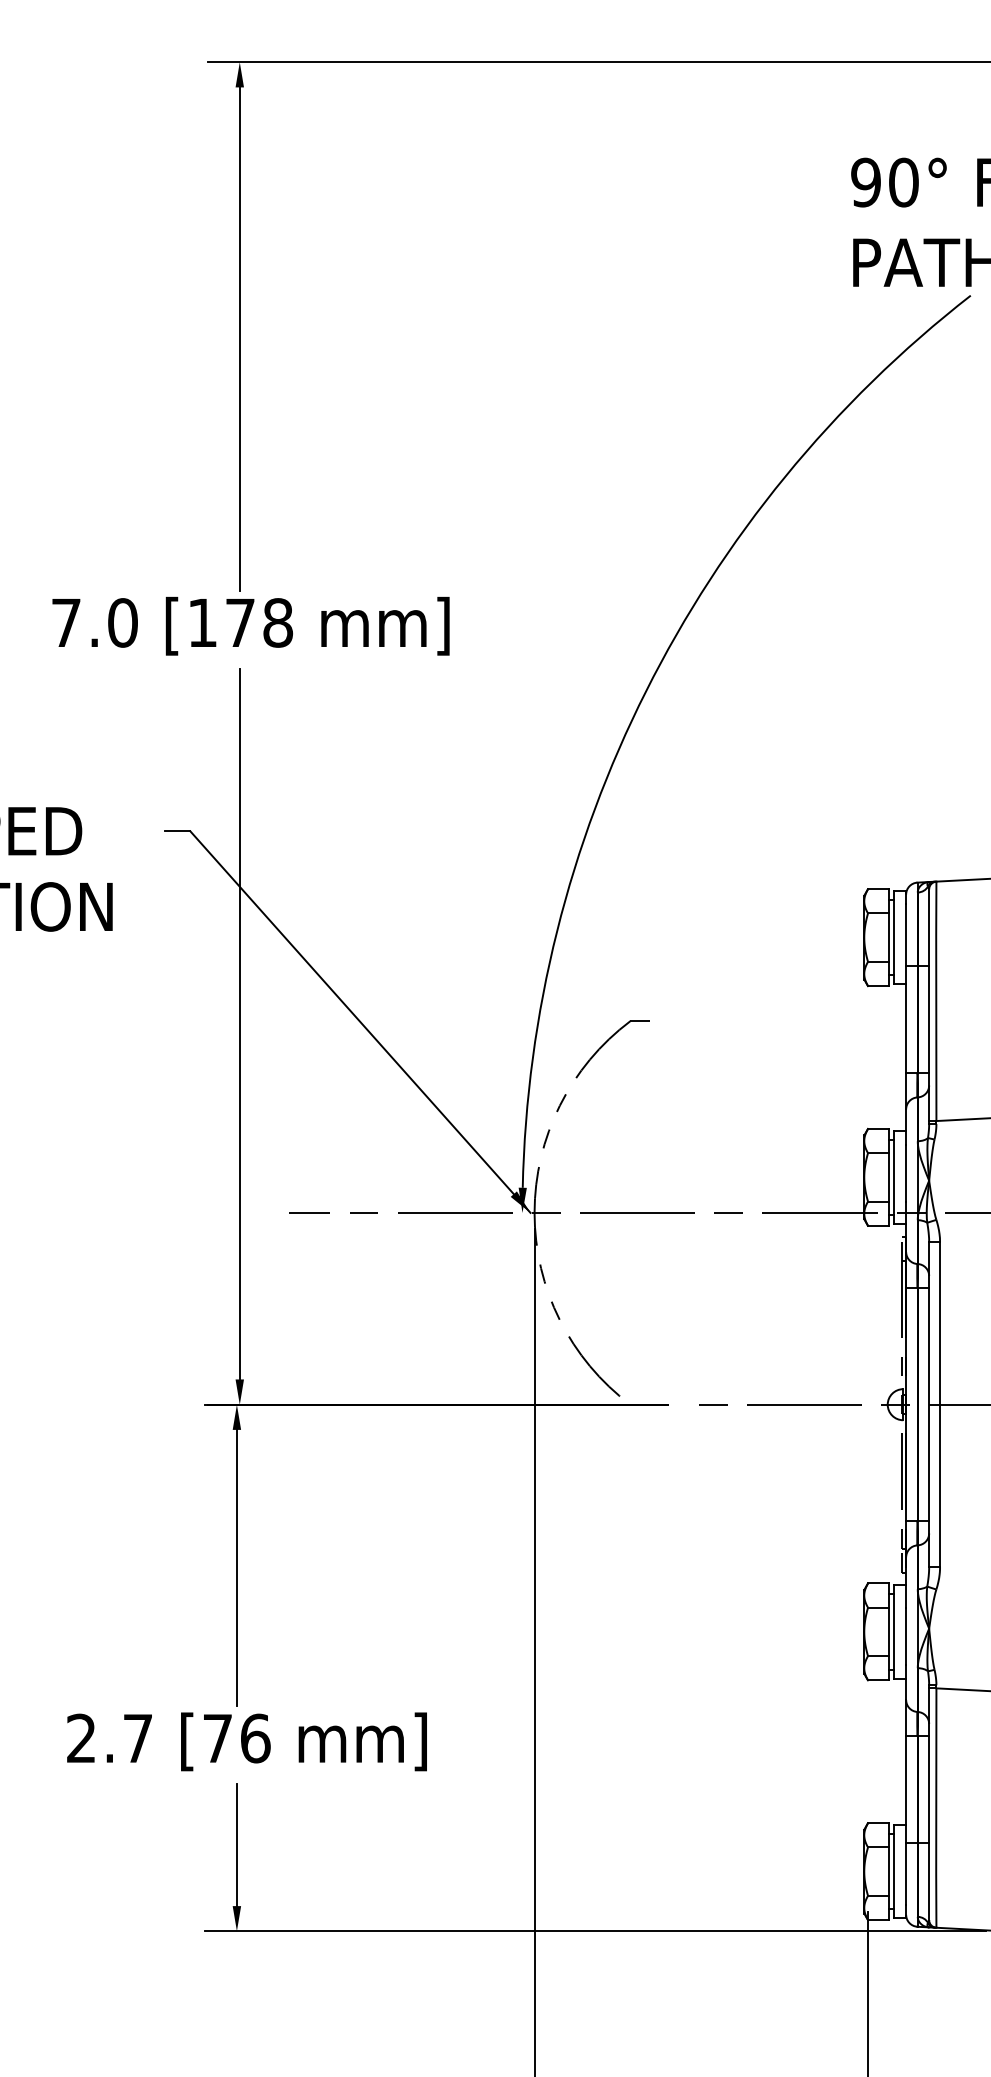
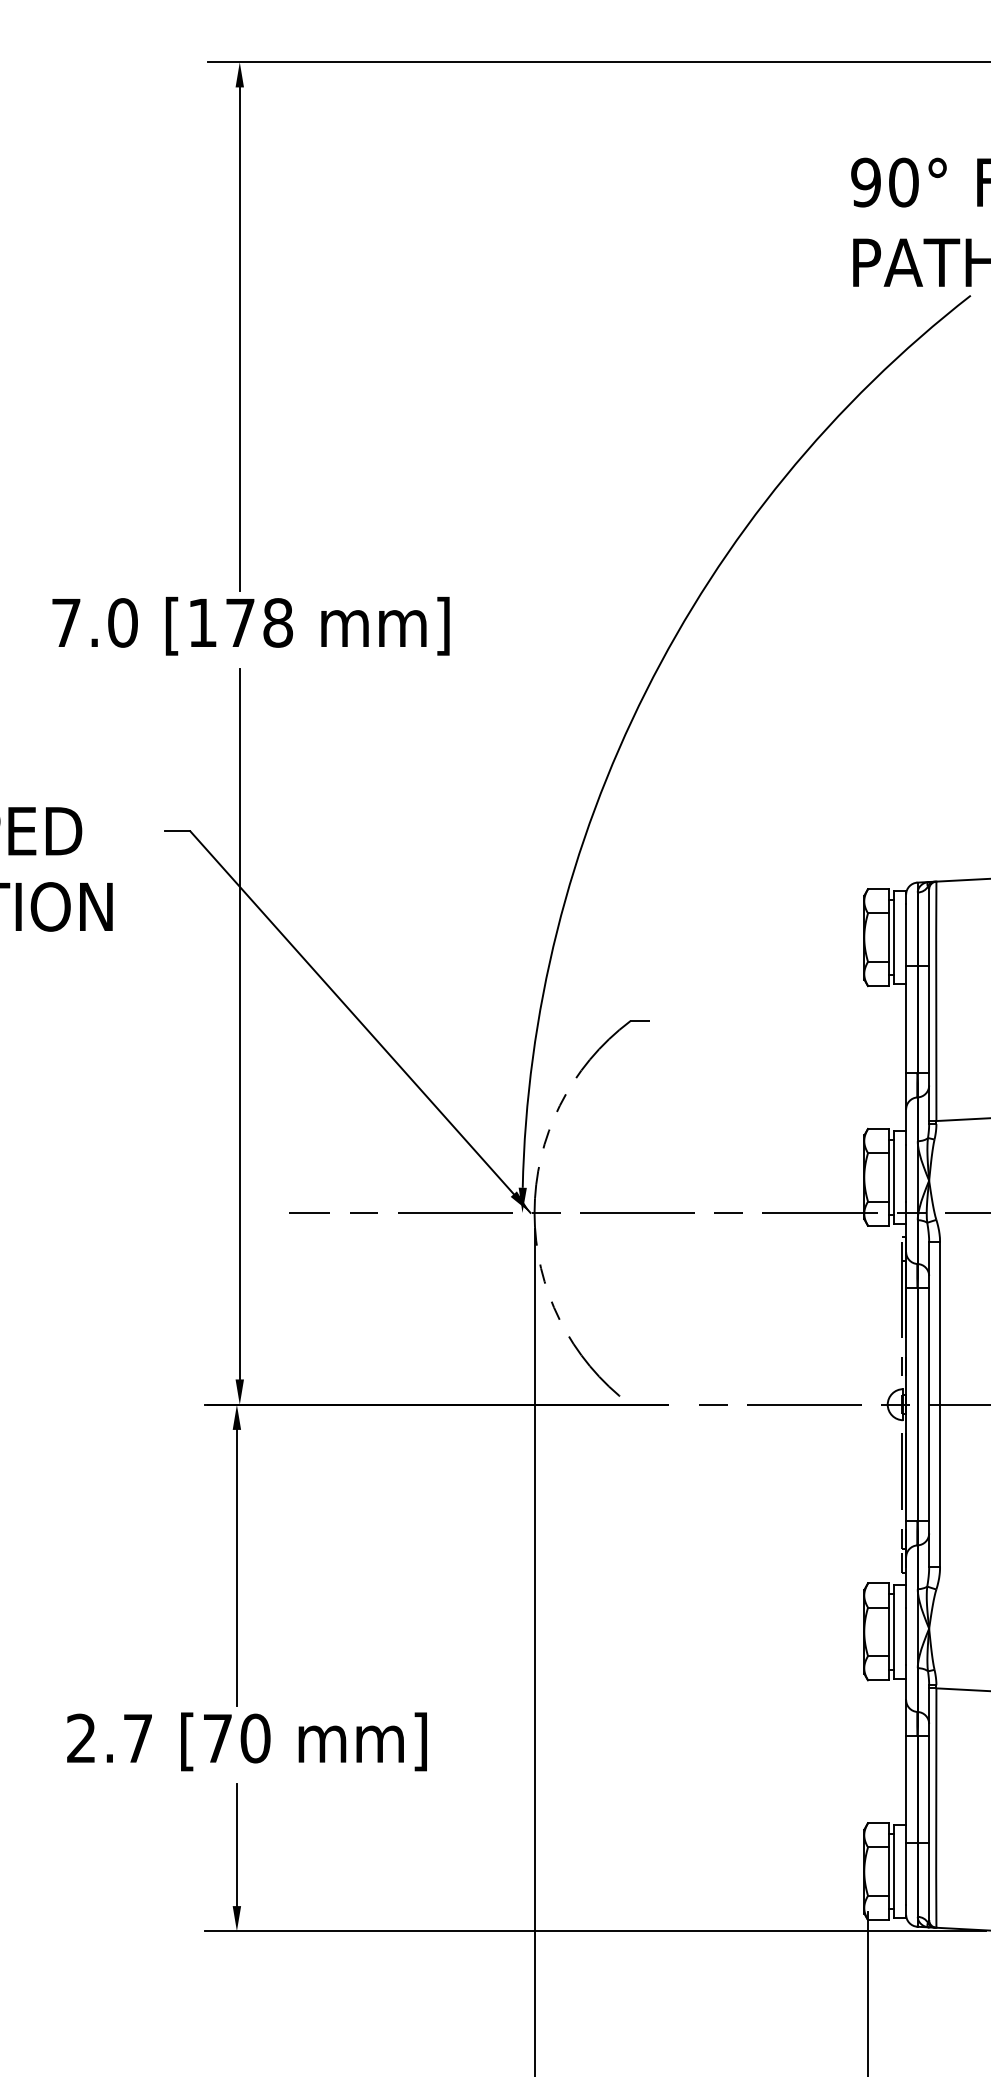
text at (255, 1738): [76 -> [70
